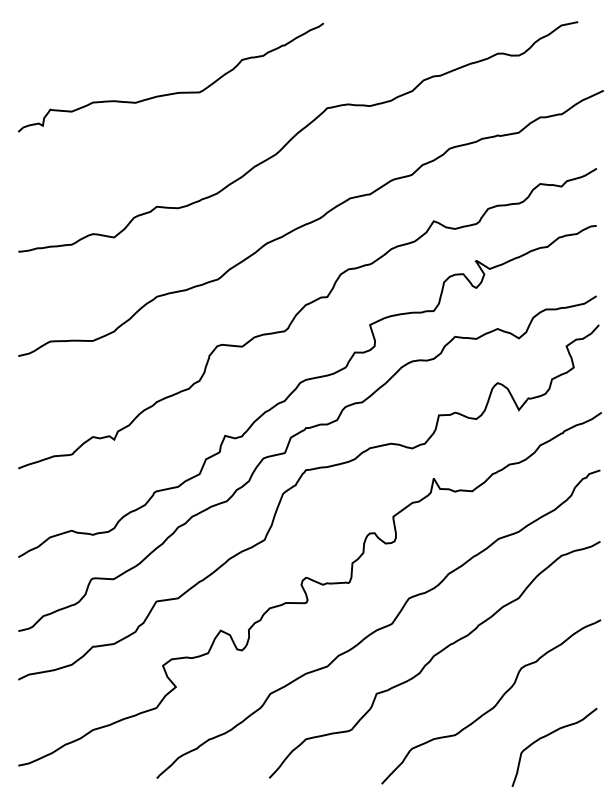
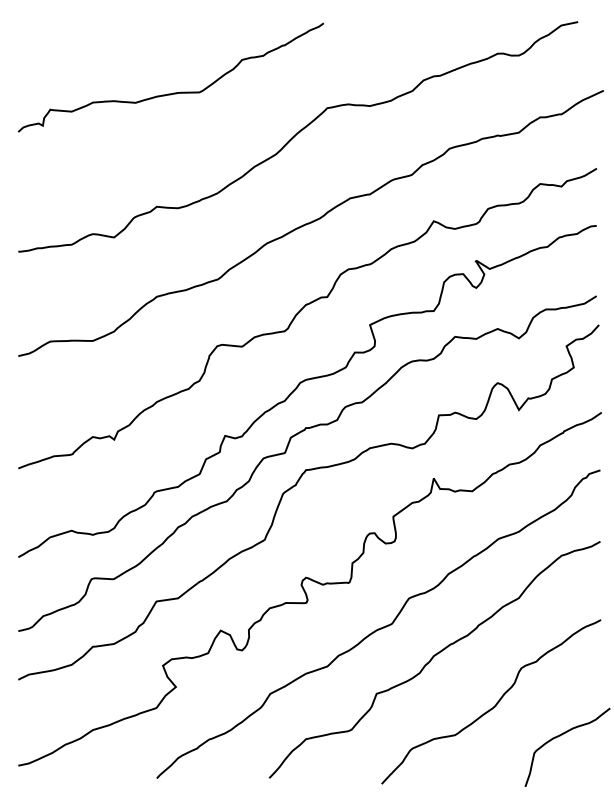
curve at (549, 735) position: (549, 735) -> (562, 735)
